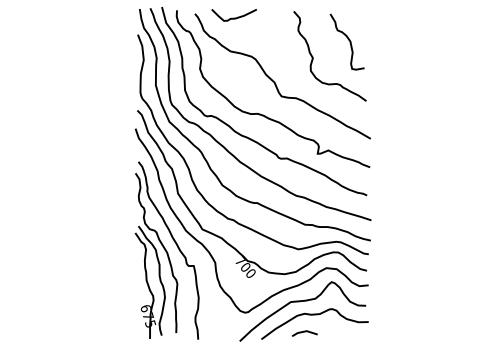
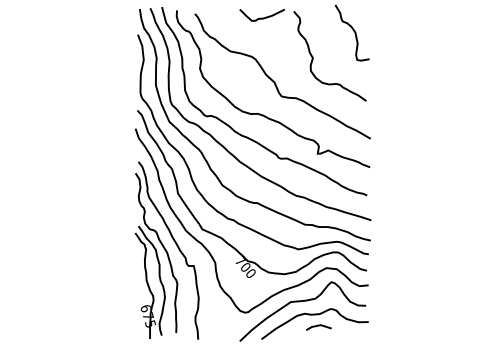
curve at (233, 17) position: (233, 17) -> (261, 17)
curve at (347, 39) position: (347, 39) -> (352, 30)
line at (304, 332) position: (304, 332) -> (318, 326)
